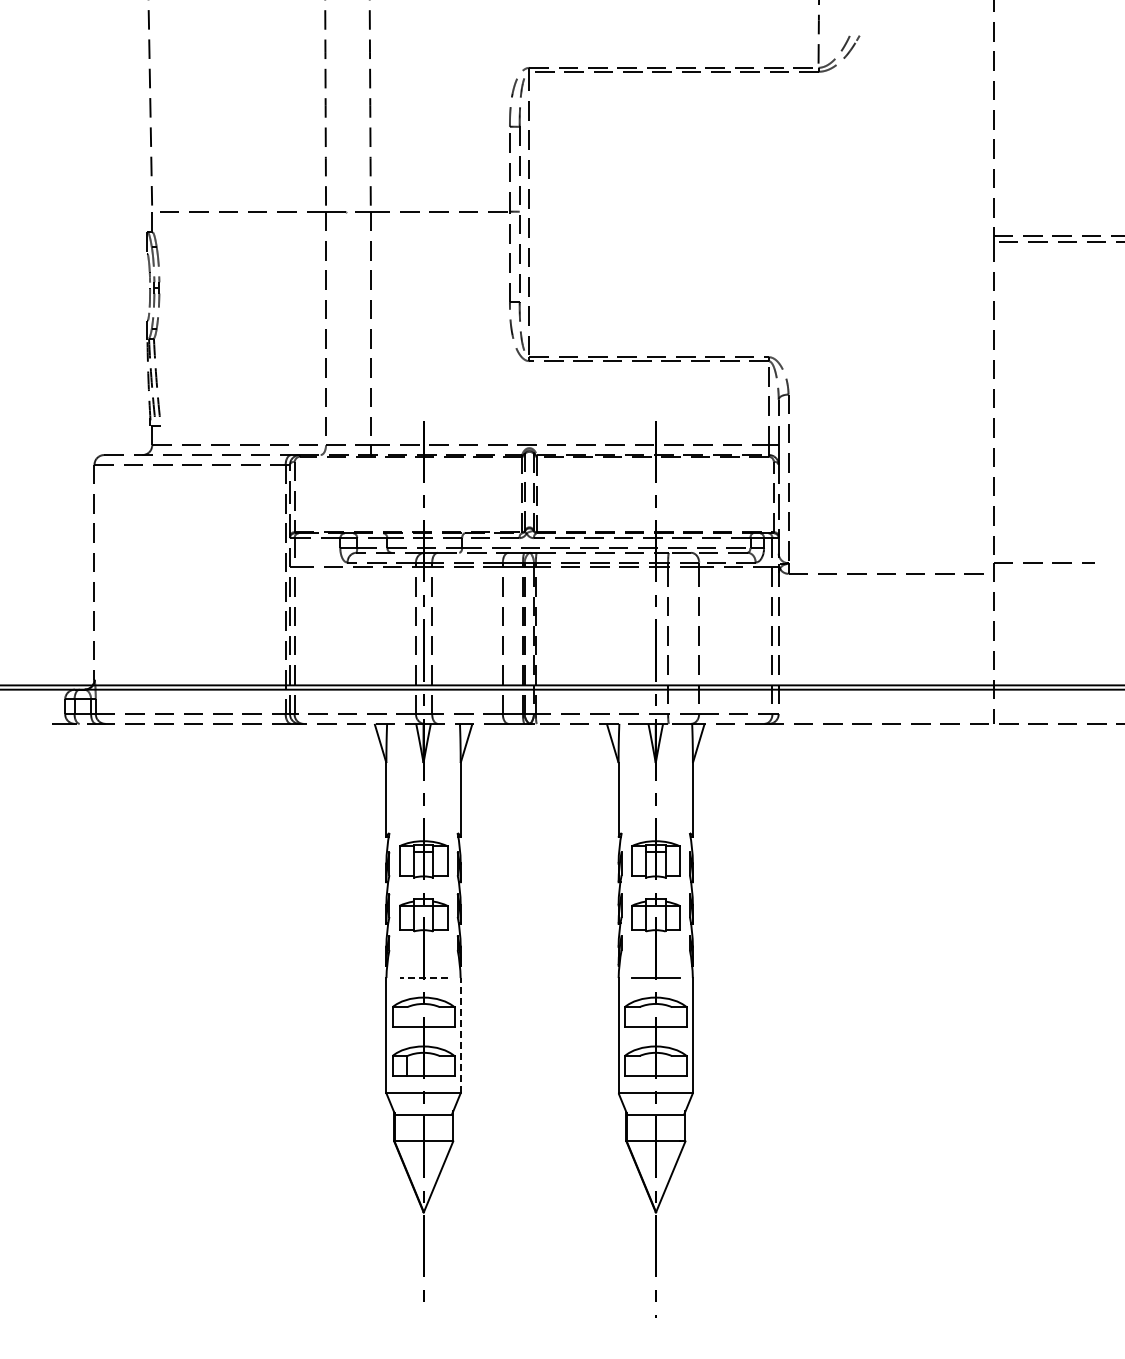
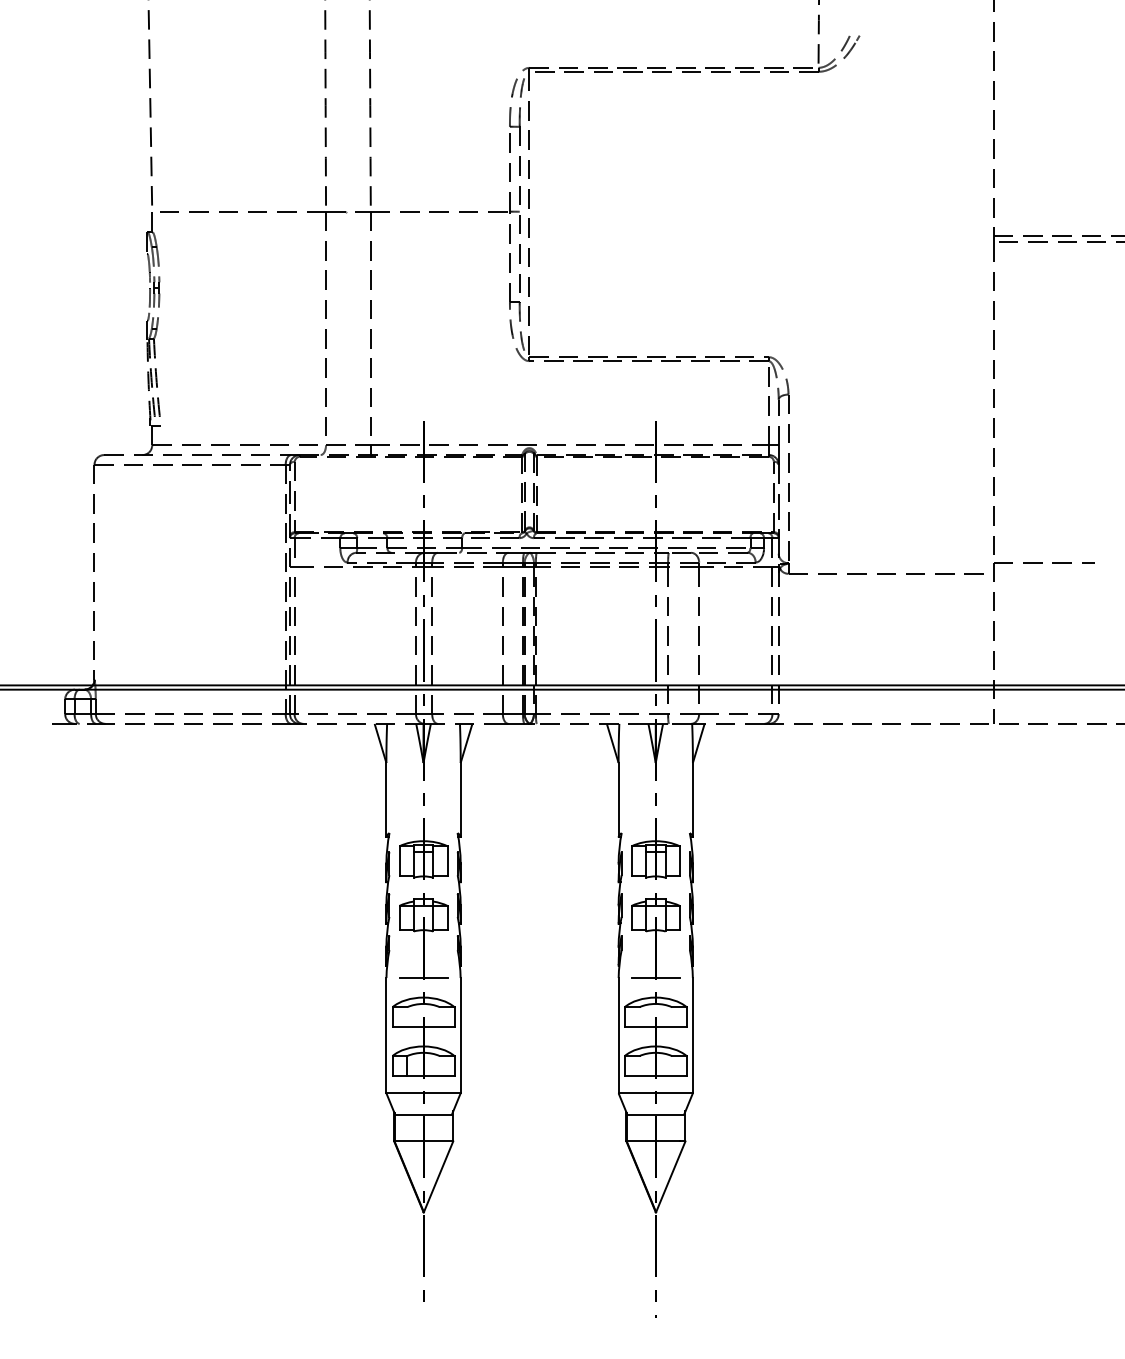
line at (423, 978): dashed -> solid
line at (460, 1035): dashed -> solid
